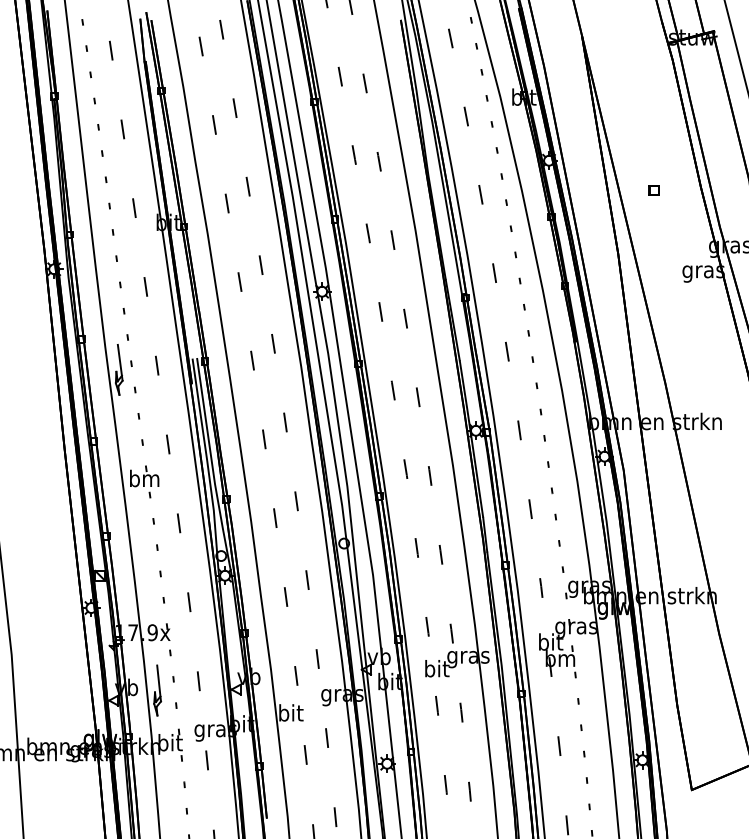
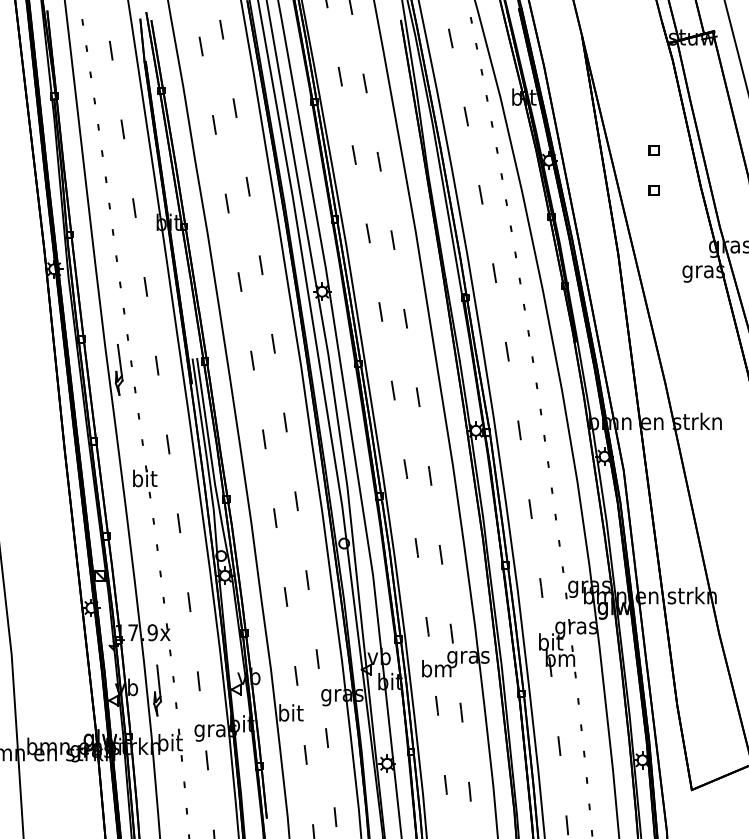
part at (653, 150): none -> present
text at (144, 478): bm -> bit
text at (436, 668): bit -> bm
